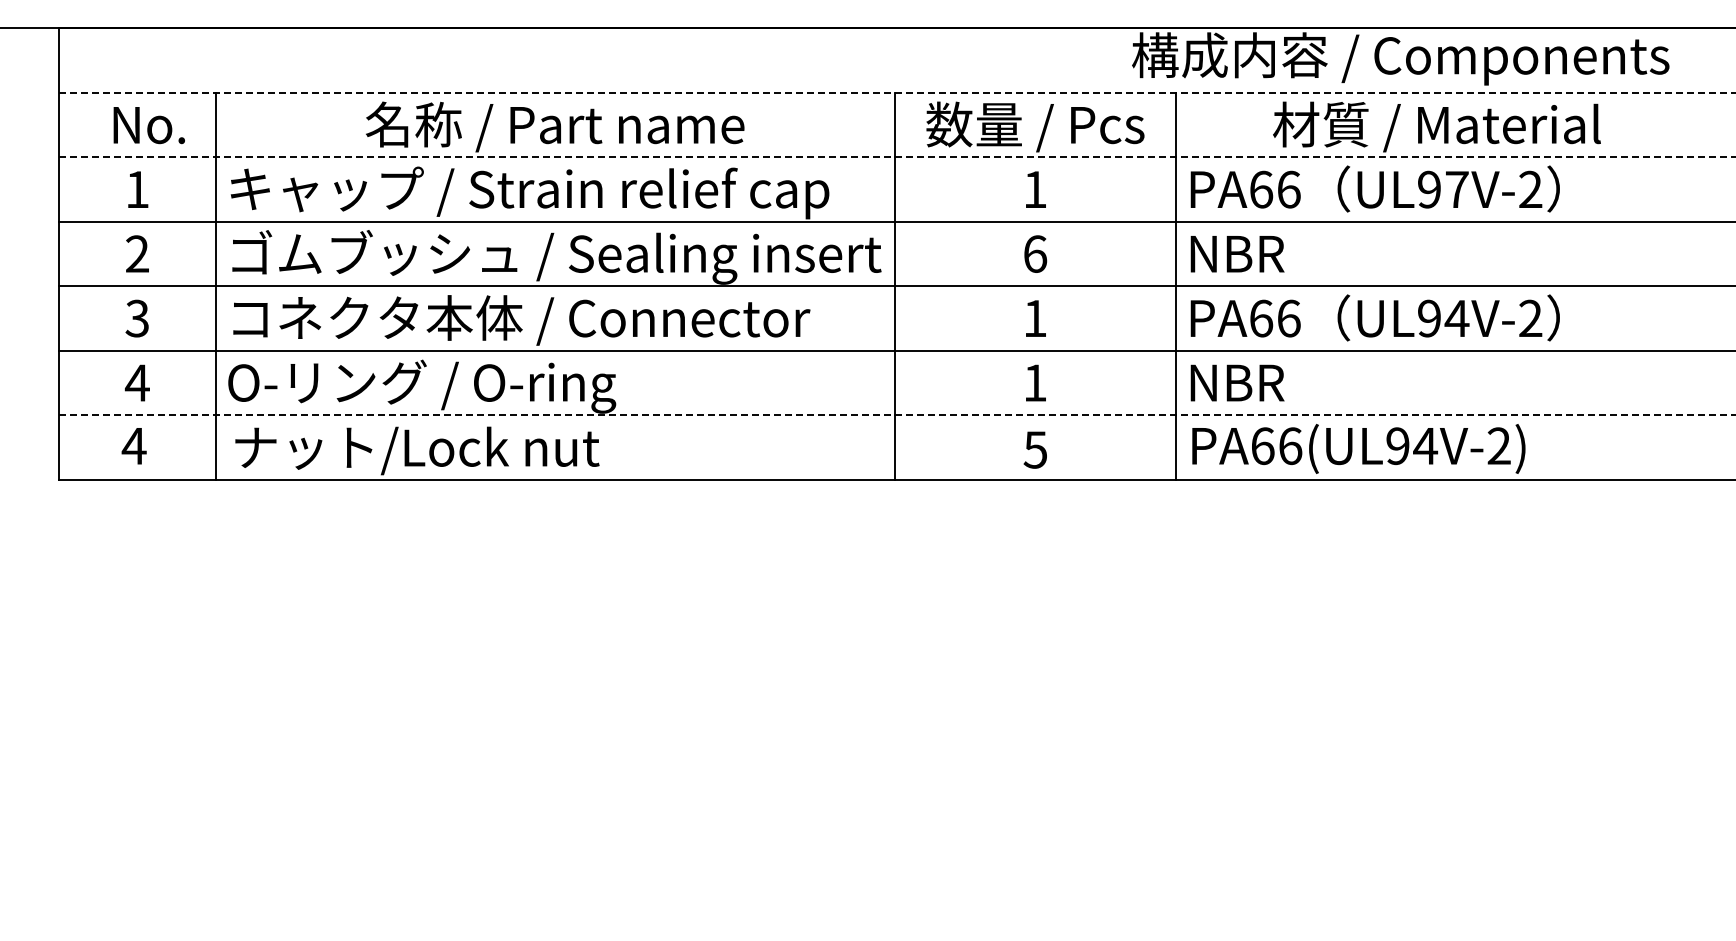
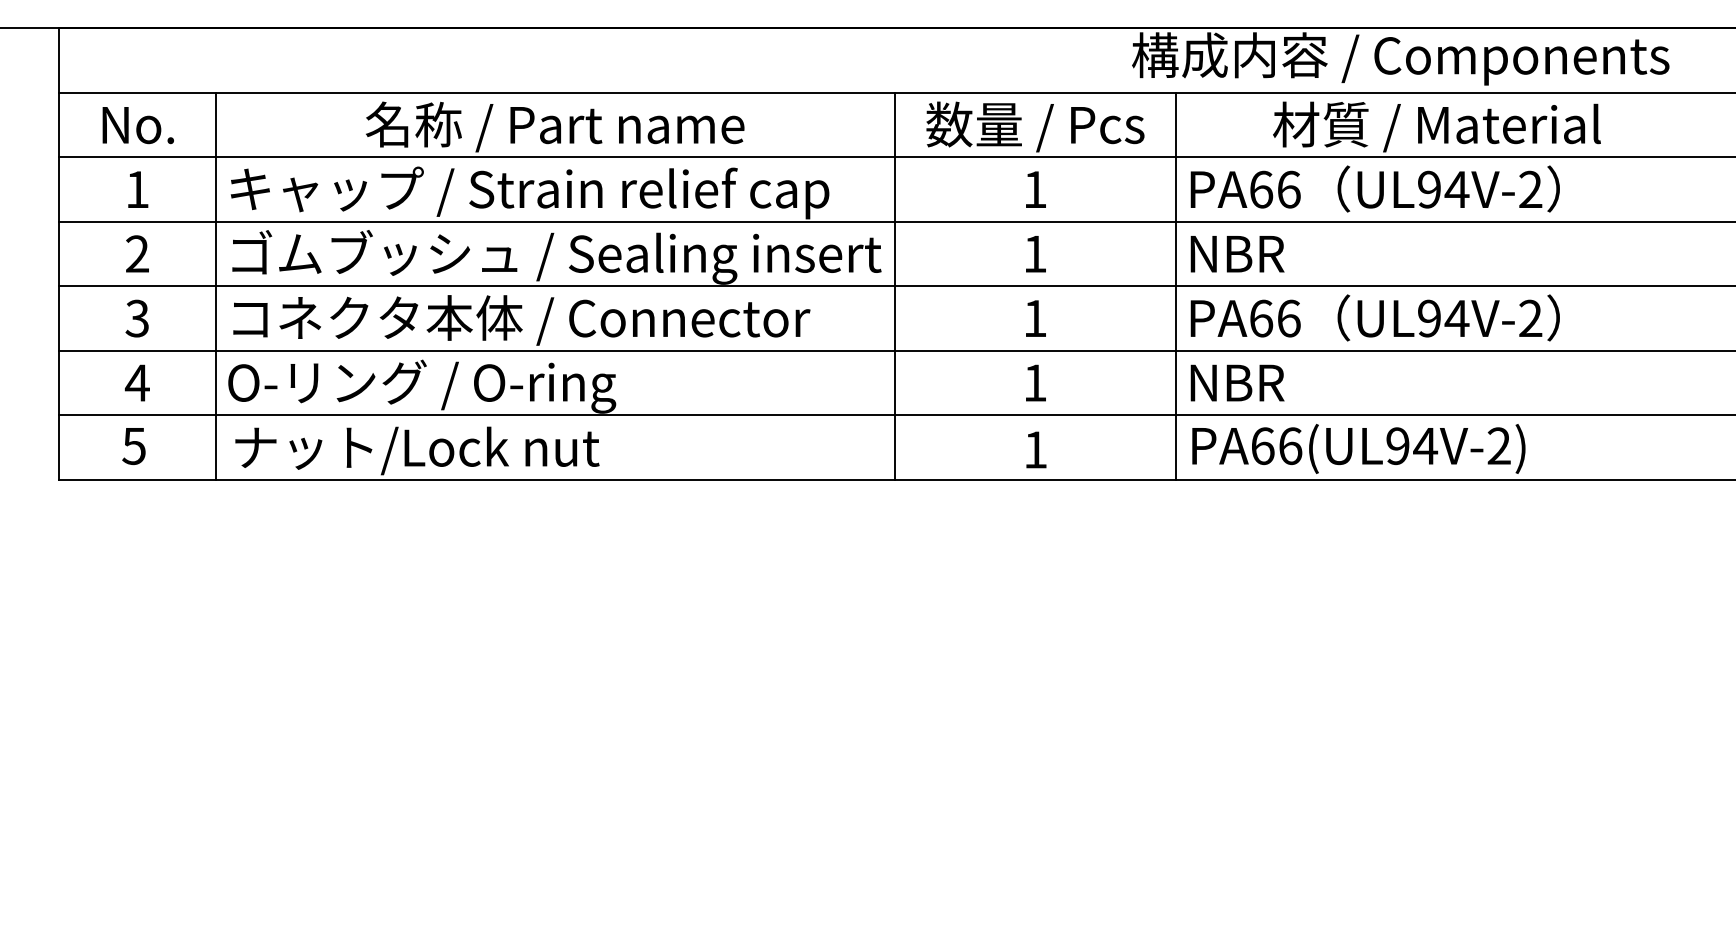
line at (897, 92): dashed -> solid
text at (148, 125) position: (148, 125) -> (137, 125)
line at (897, 157): dashed -> solid
text at (1456, 189): UL97V-2 -> UL94V-2
text at (1035, 253): 6 -> 1
line at (897, 415): dashed -> solid
text at (133, 446): 4 -> 5
text at (1034, 449): 5 -> 1
